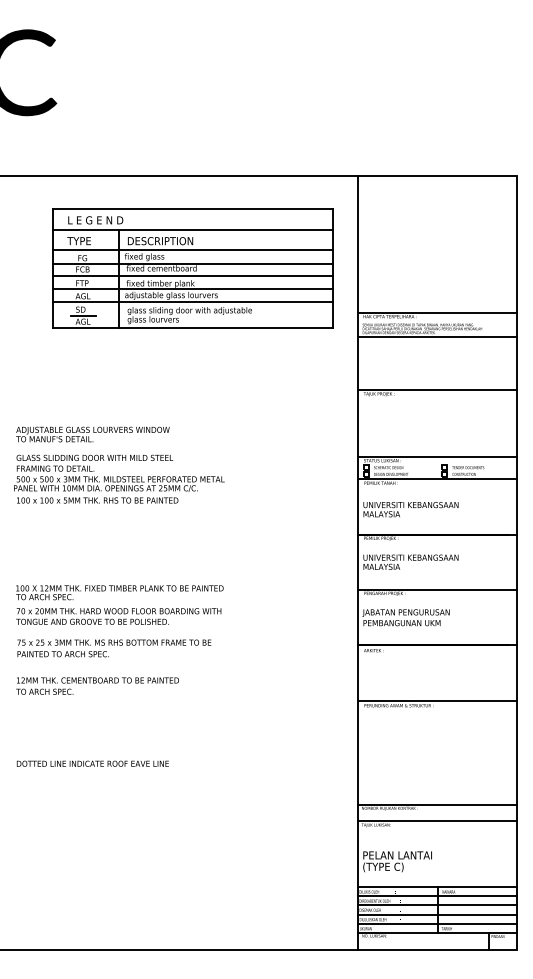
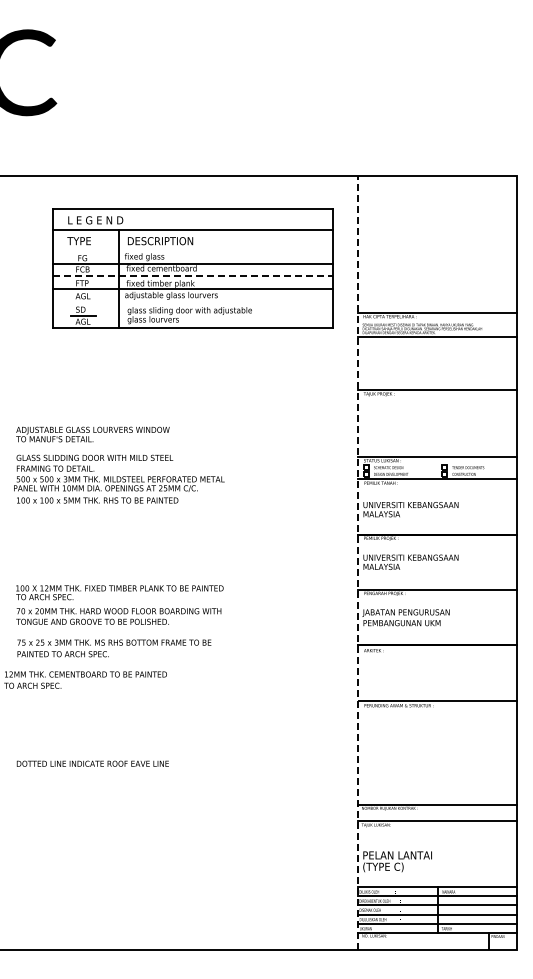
line at (192, 249): present -> none
line at (193, 276): solid -> dashed
line at (192, 301): present -> none
line at (358, 562): solid -> dashed
text at (97, 685) position: (97, 685) -> (85, 679)
